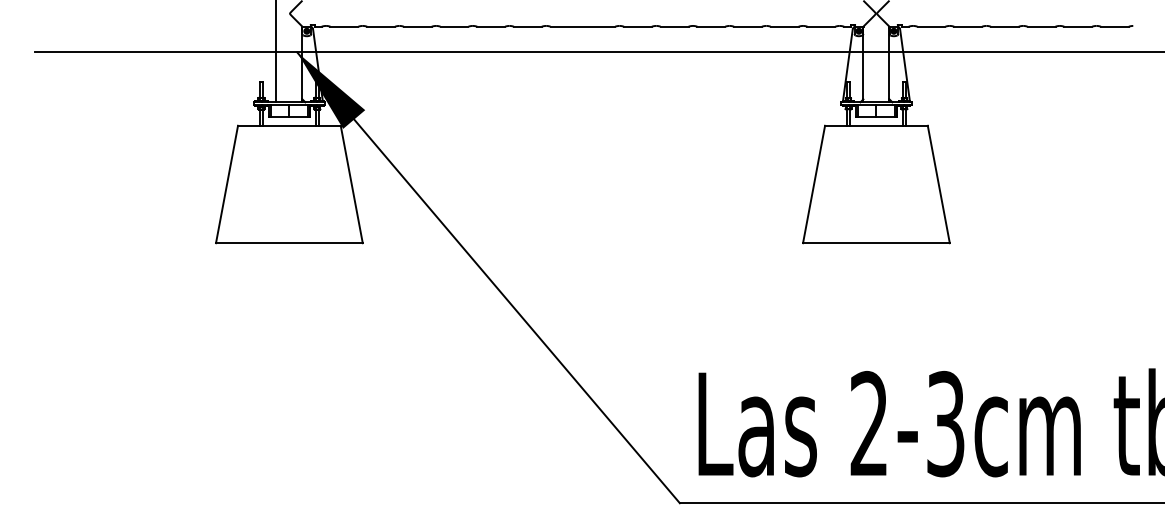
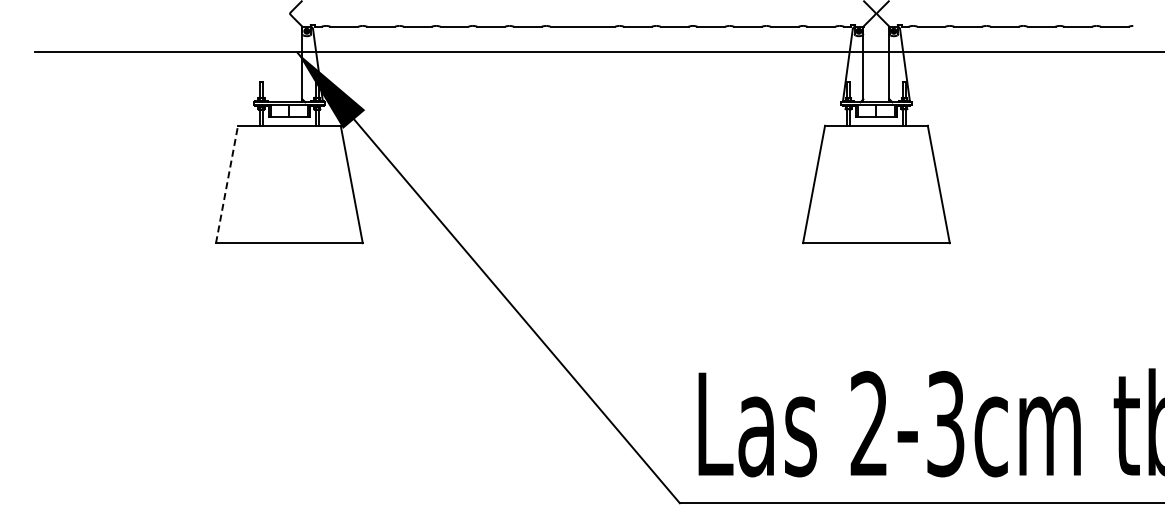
line at (276, 52): present -> none
line at (227, 184): solid -> dashed
